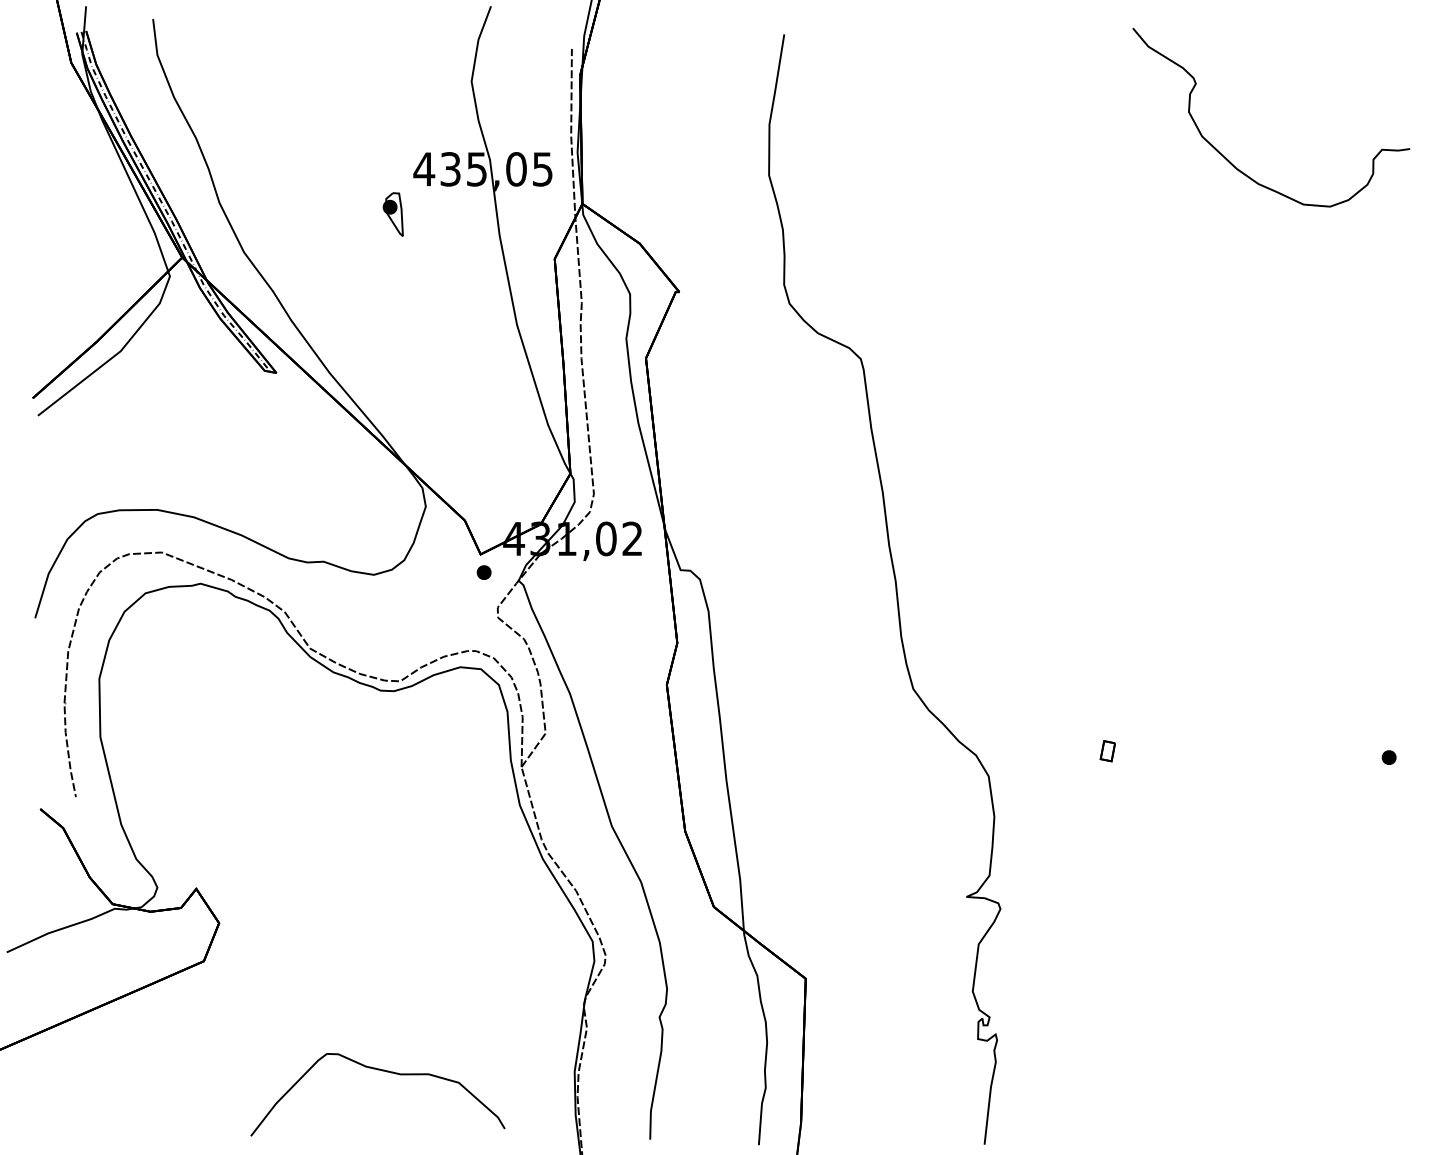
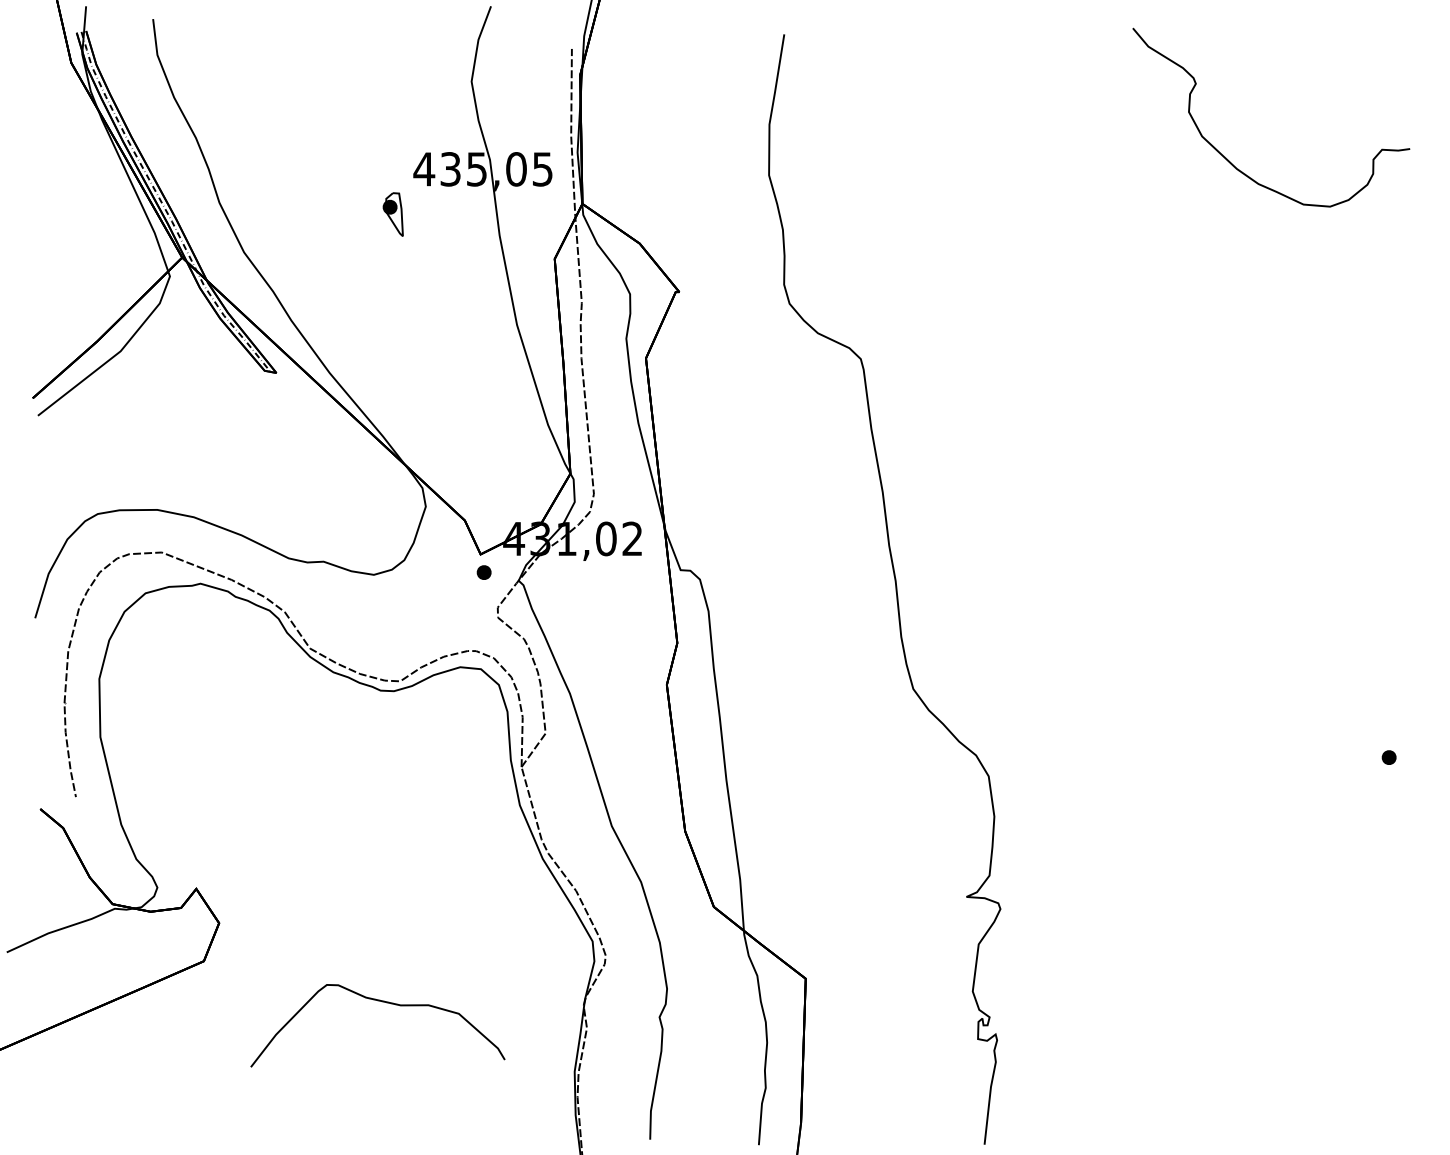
part at (1107, 751): present -> none
curve at (382, 1071) position: (382, 1071) -> (382, 1002)
